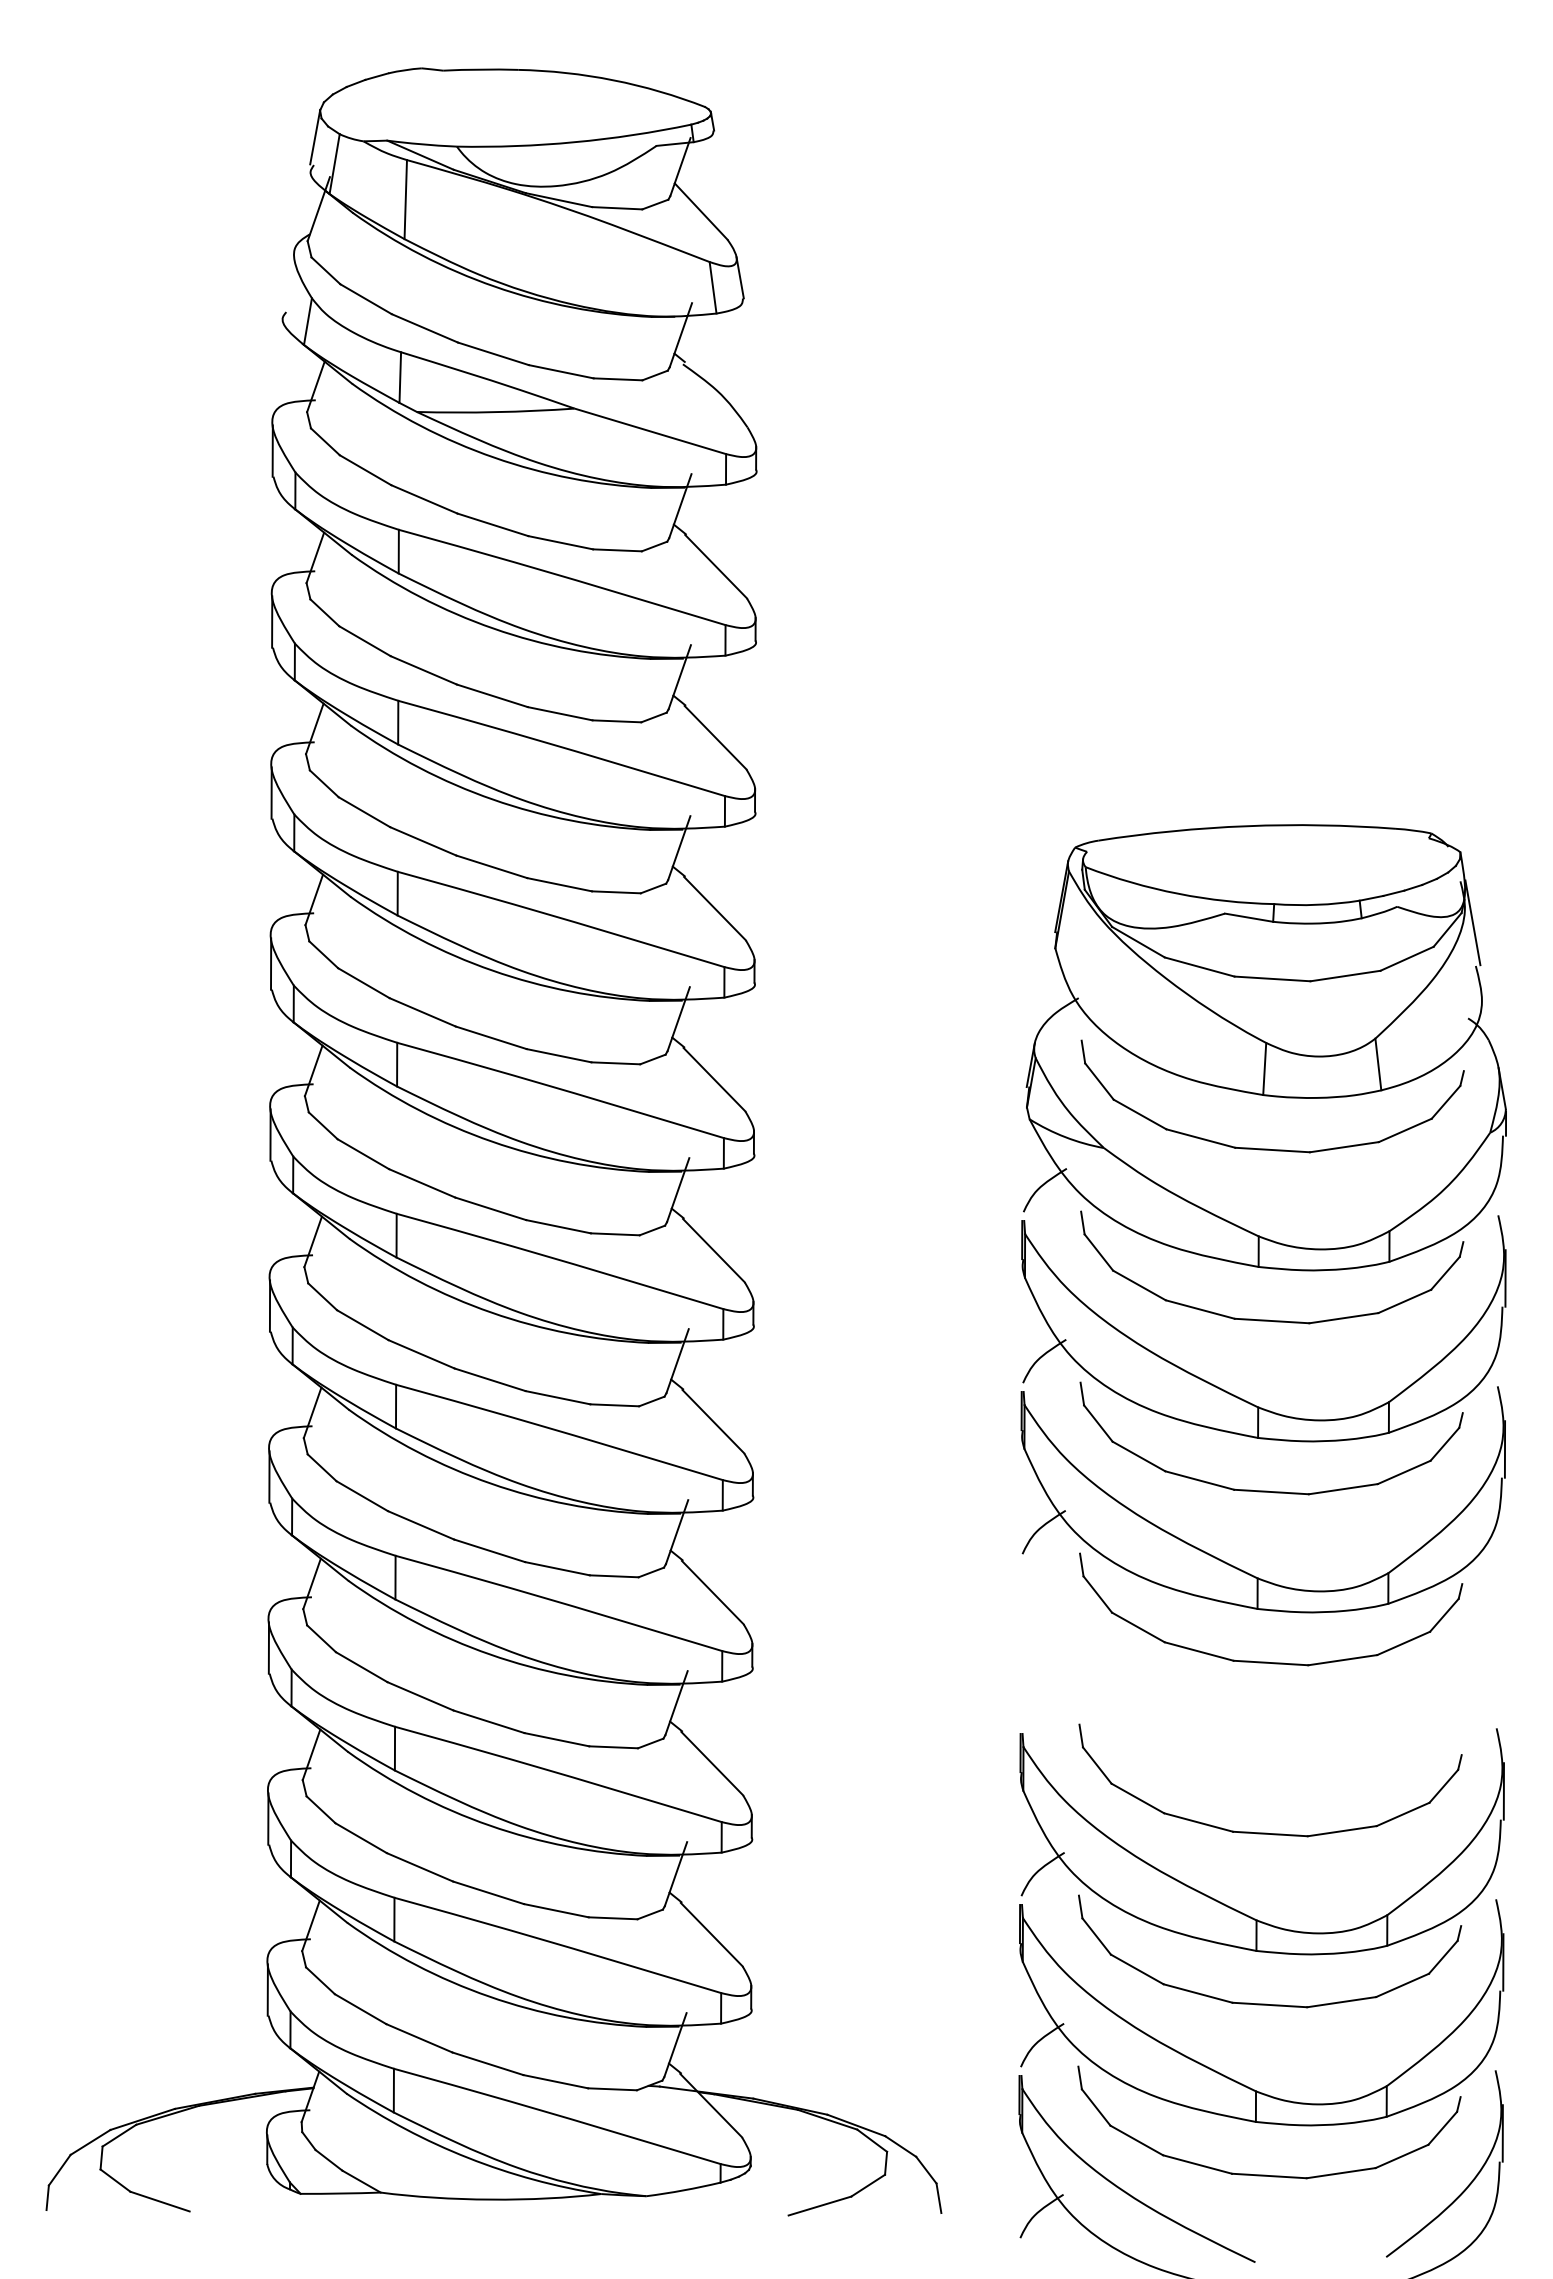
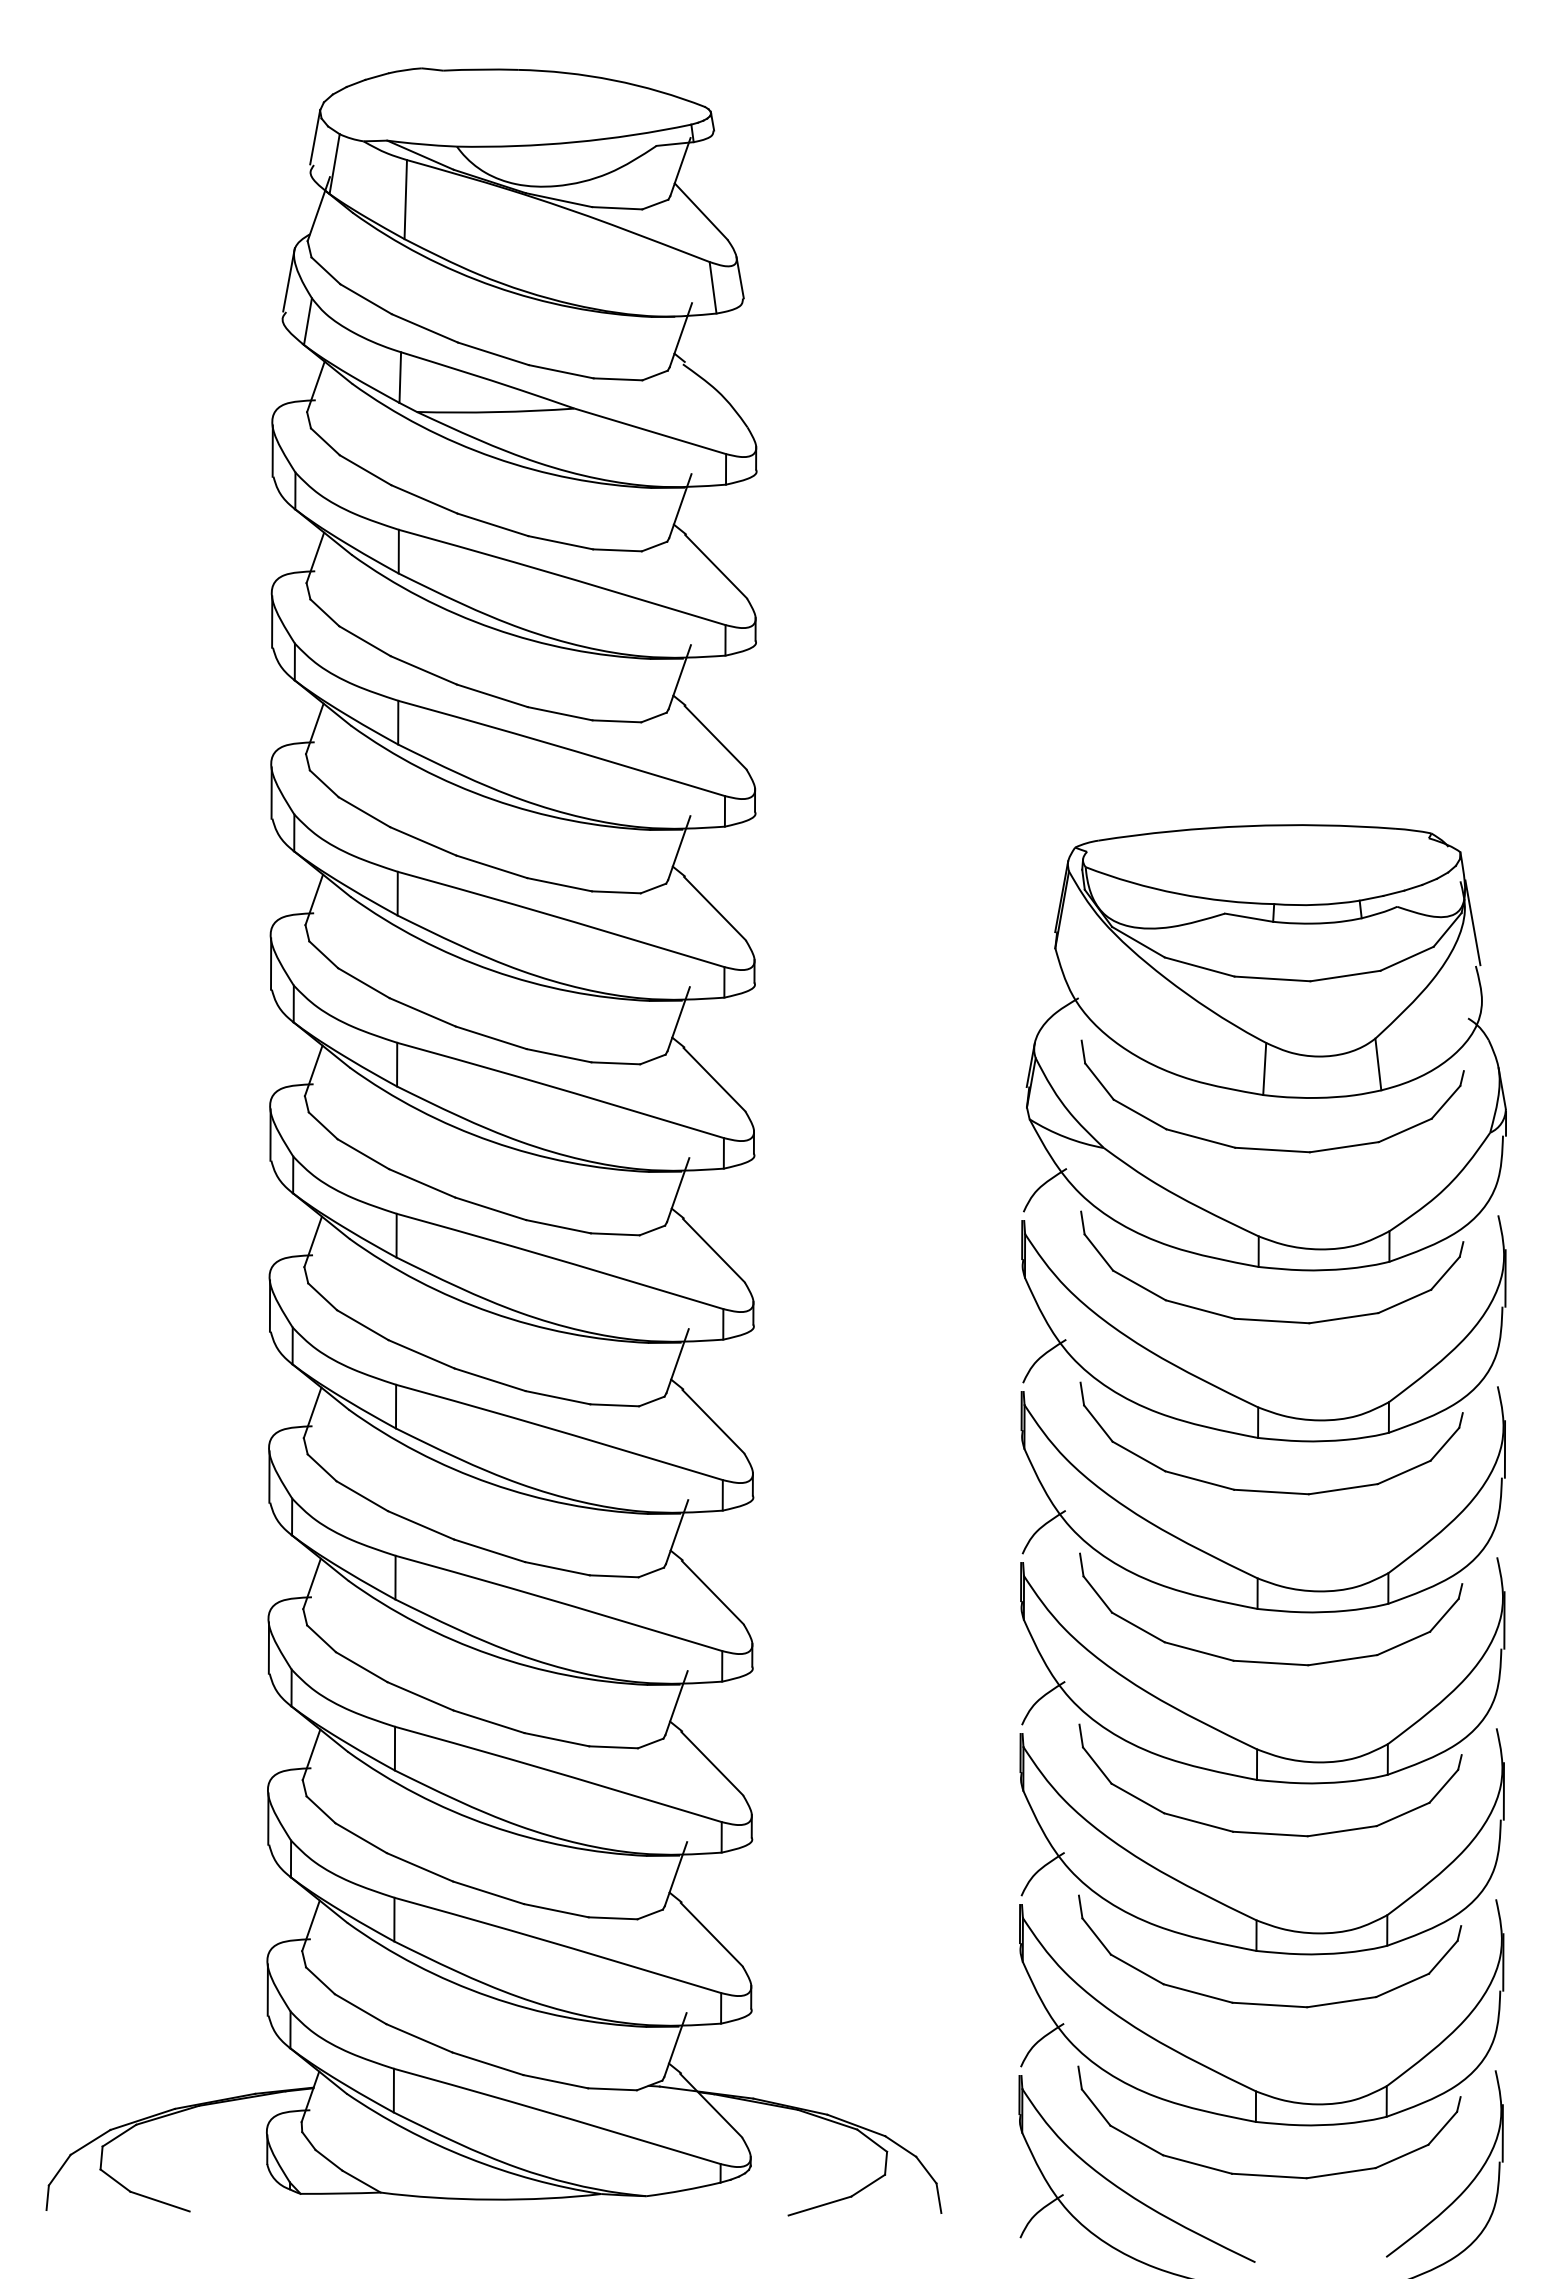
line at (288, 279): none -> present
part at (1233, 1736): none -> present
